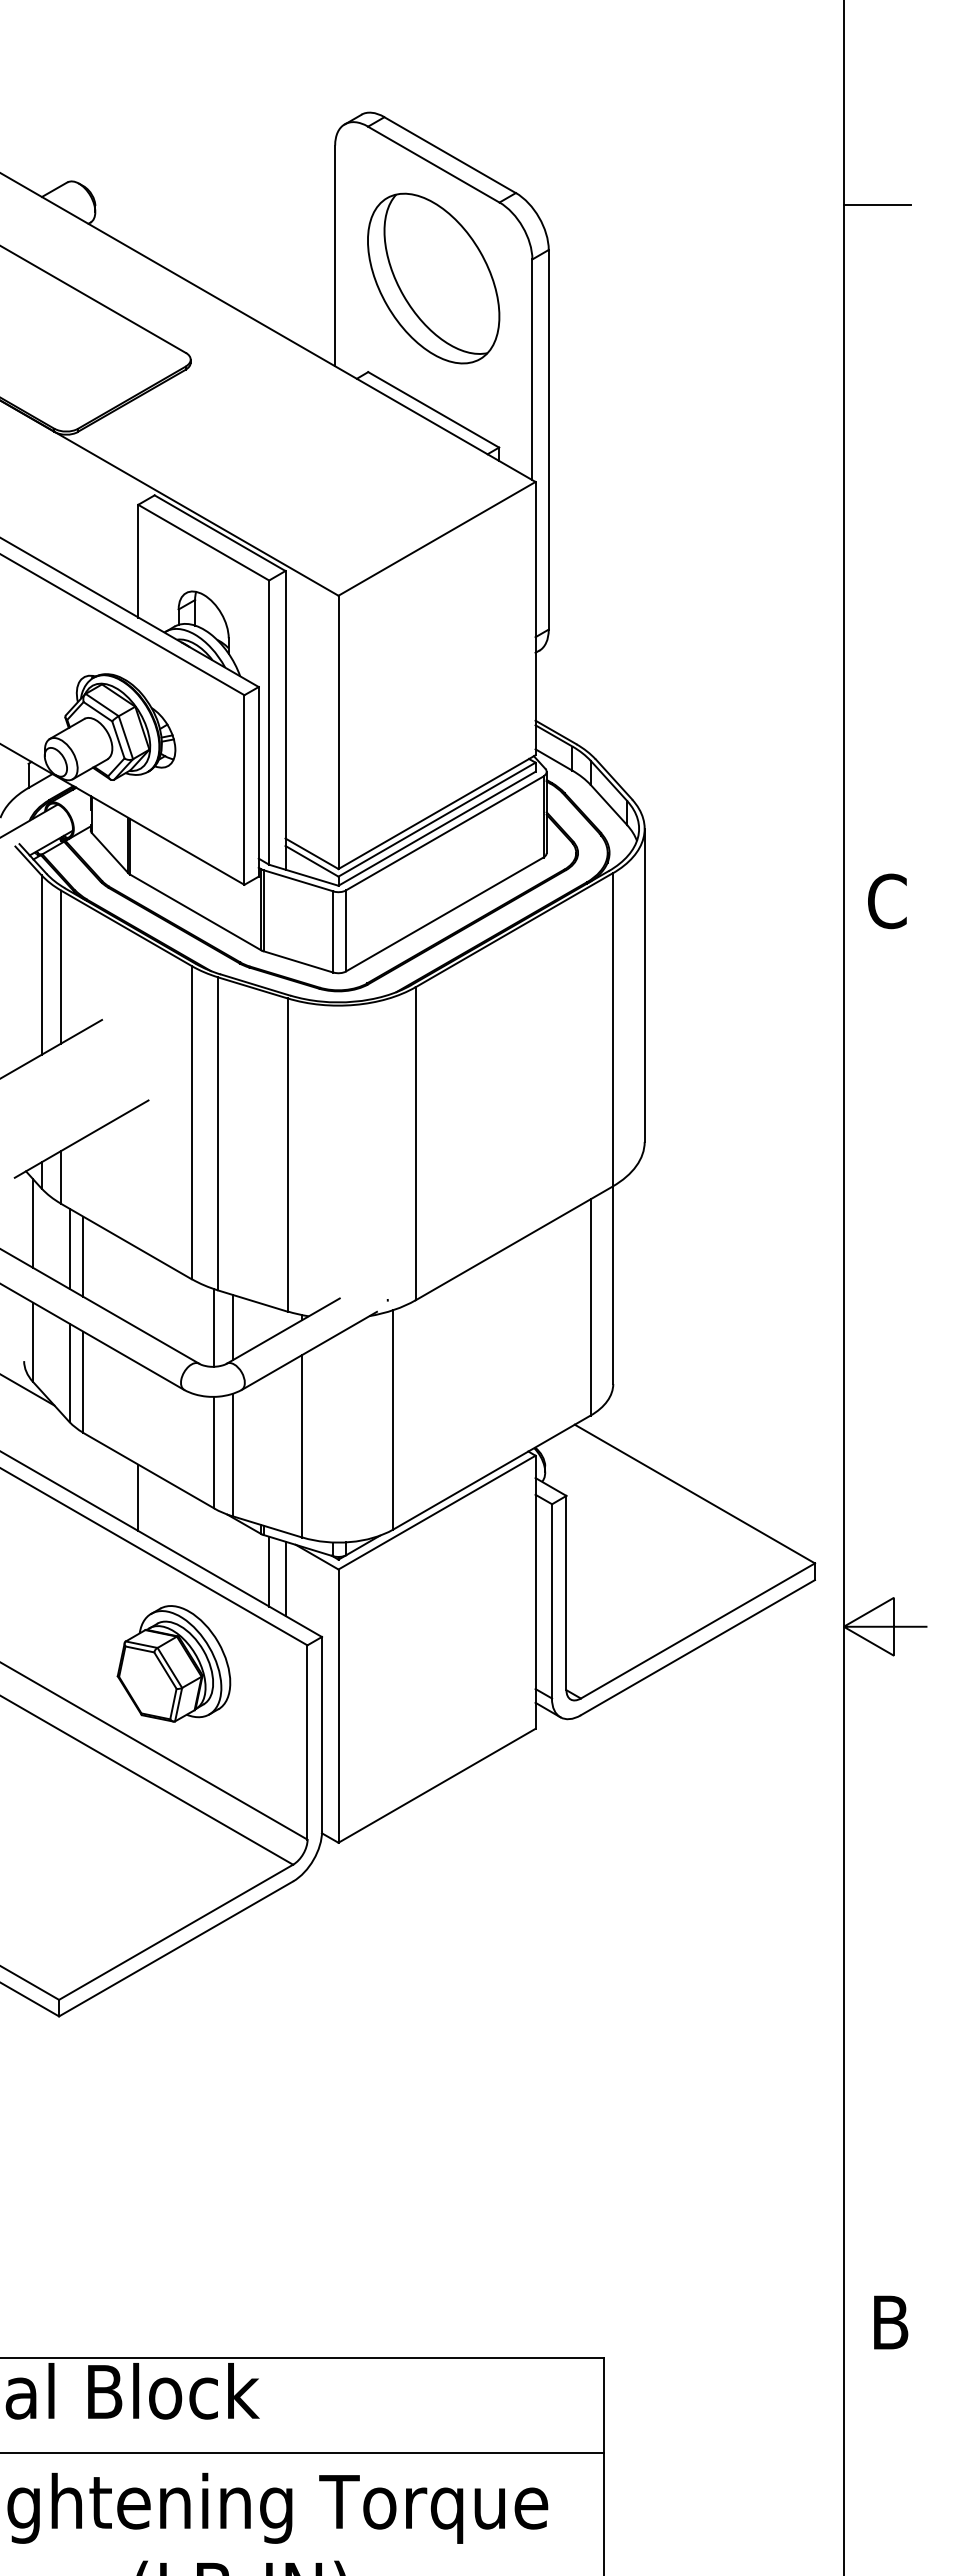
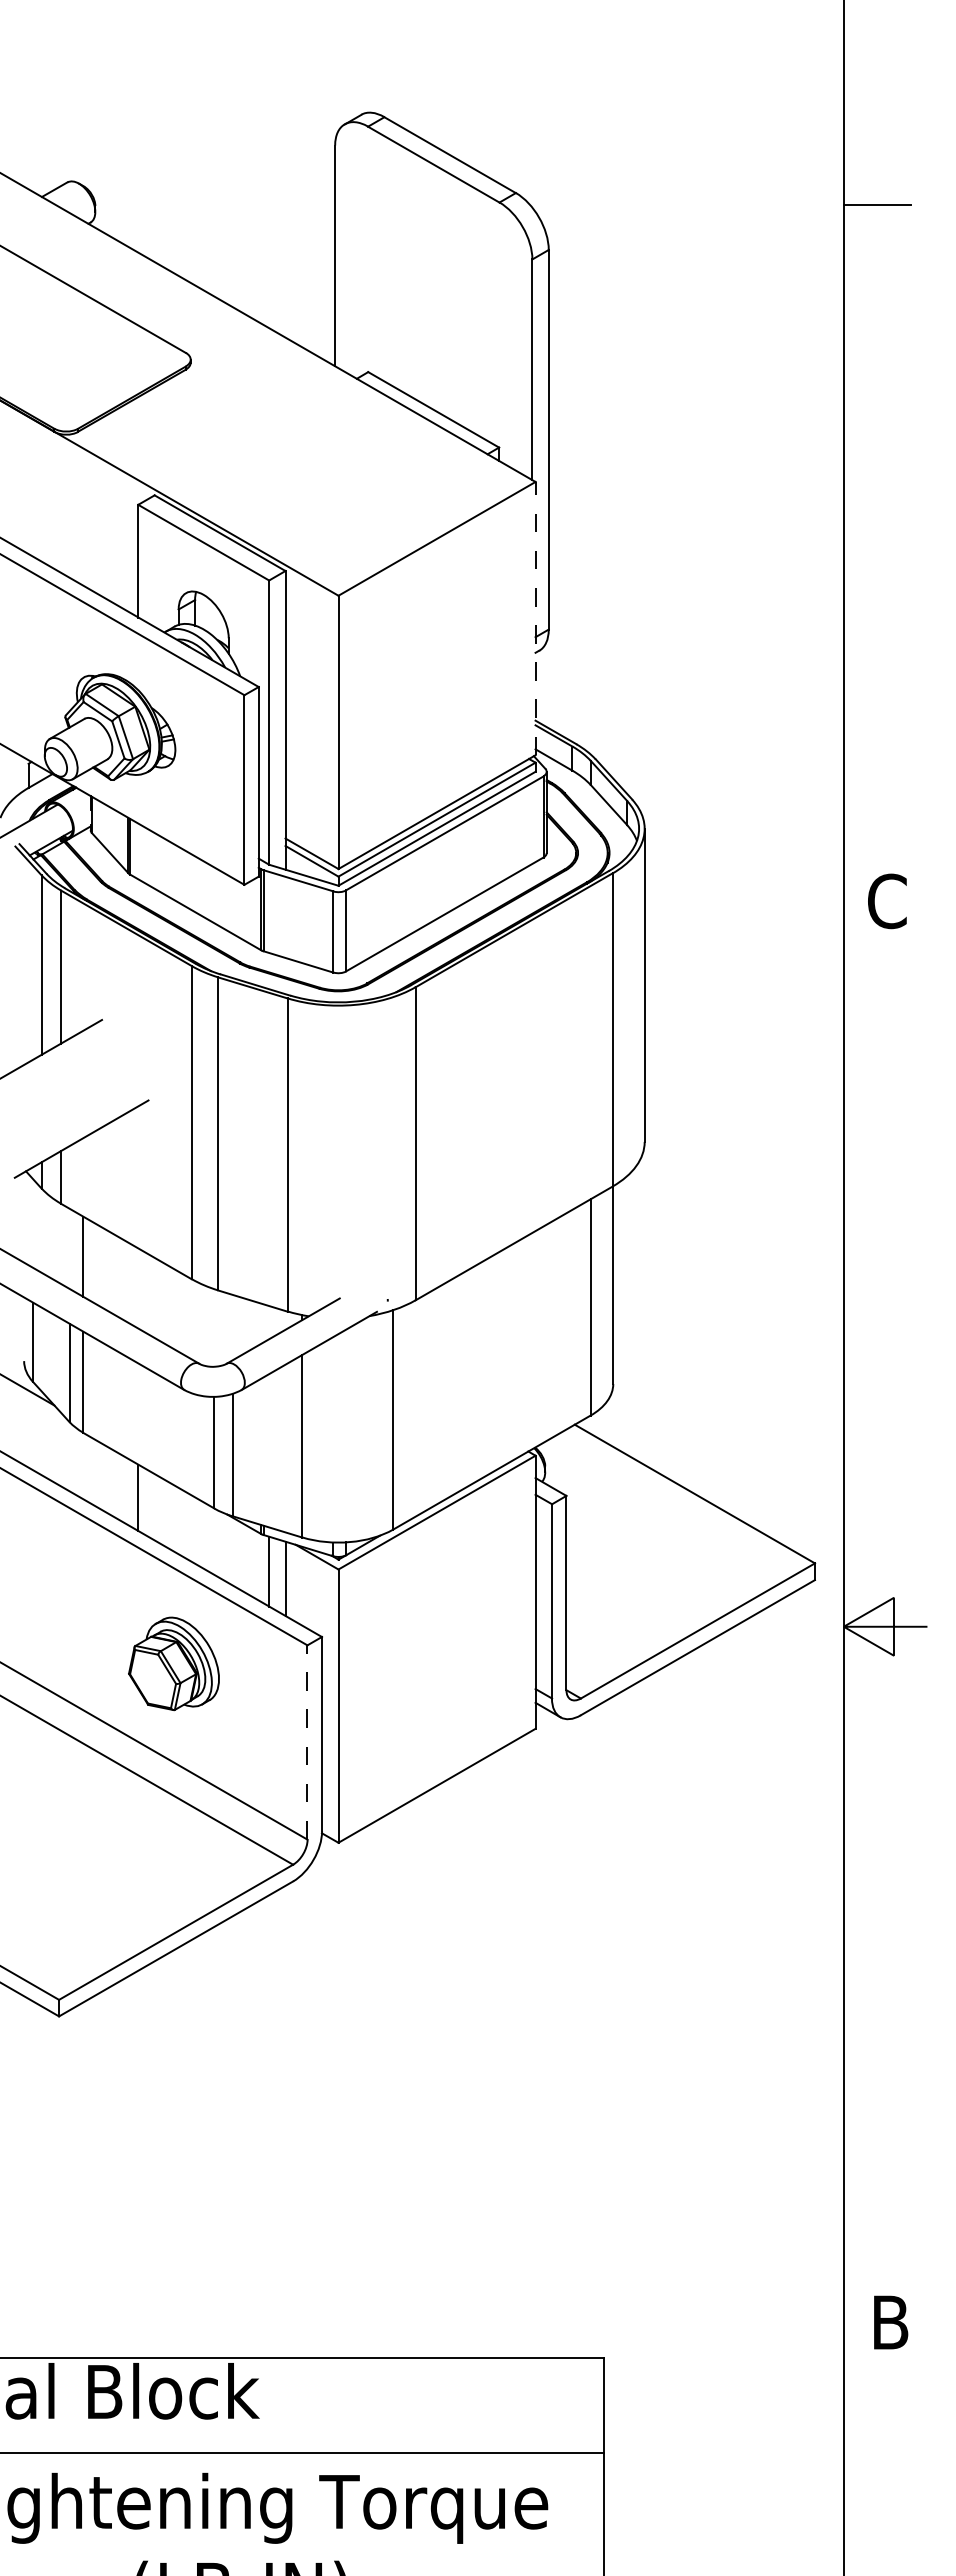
part at (433, 278): present -> none
line at (535, 618): solid -> dashed
line at (33, 1223): present -> none
line at (69, 1248): present -> none
line at (214, 1327): present -> none
line at (232, 1327): present -> none
part at (173, 1663) size: 116x118 px -> 92x96 px
line at (307, 1742): solid -> dashed
